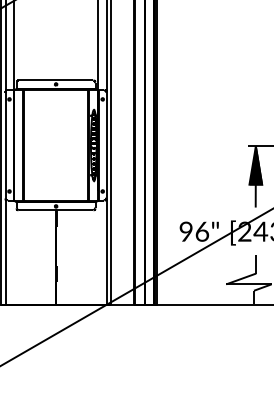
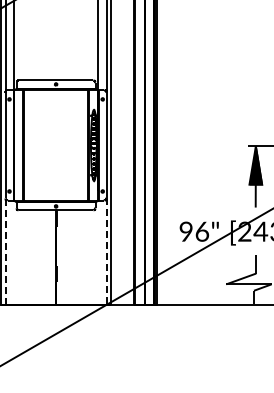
line at (5, 251): solid -> dashed
line at (106, 252): solid -> dashed
